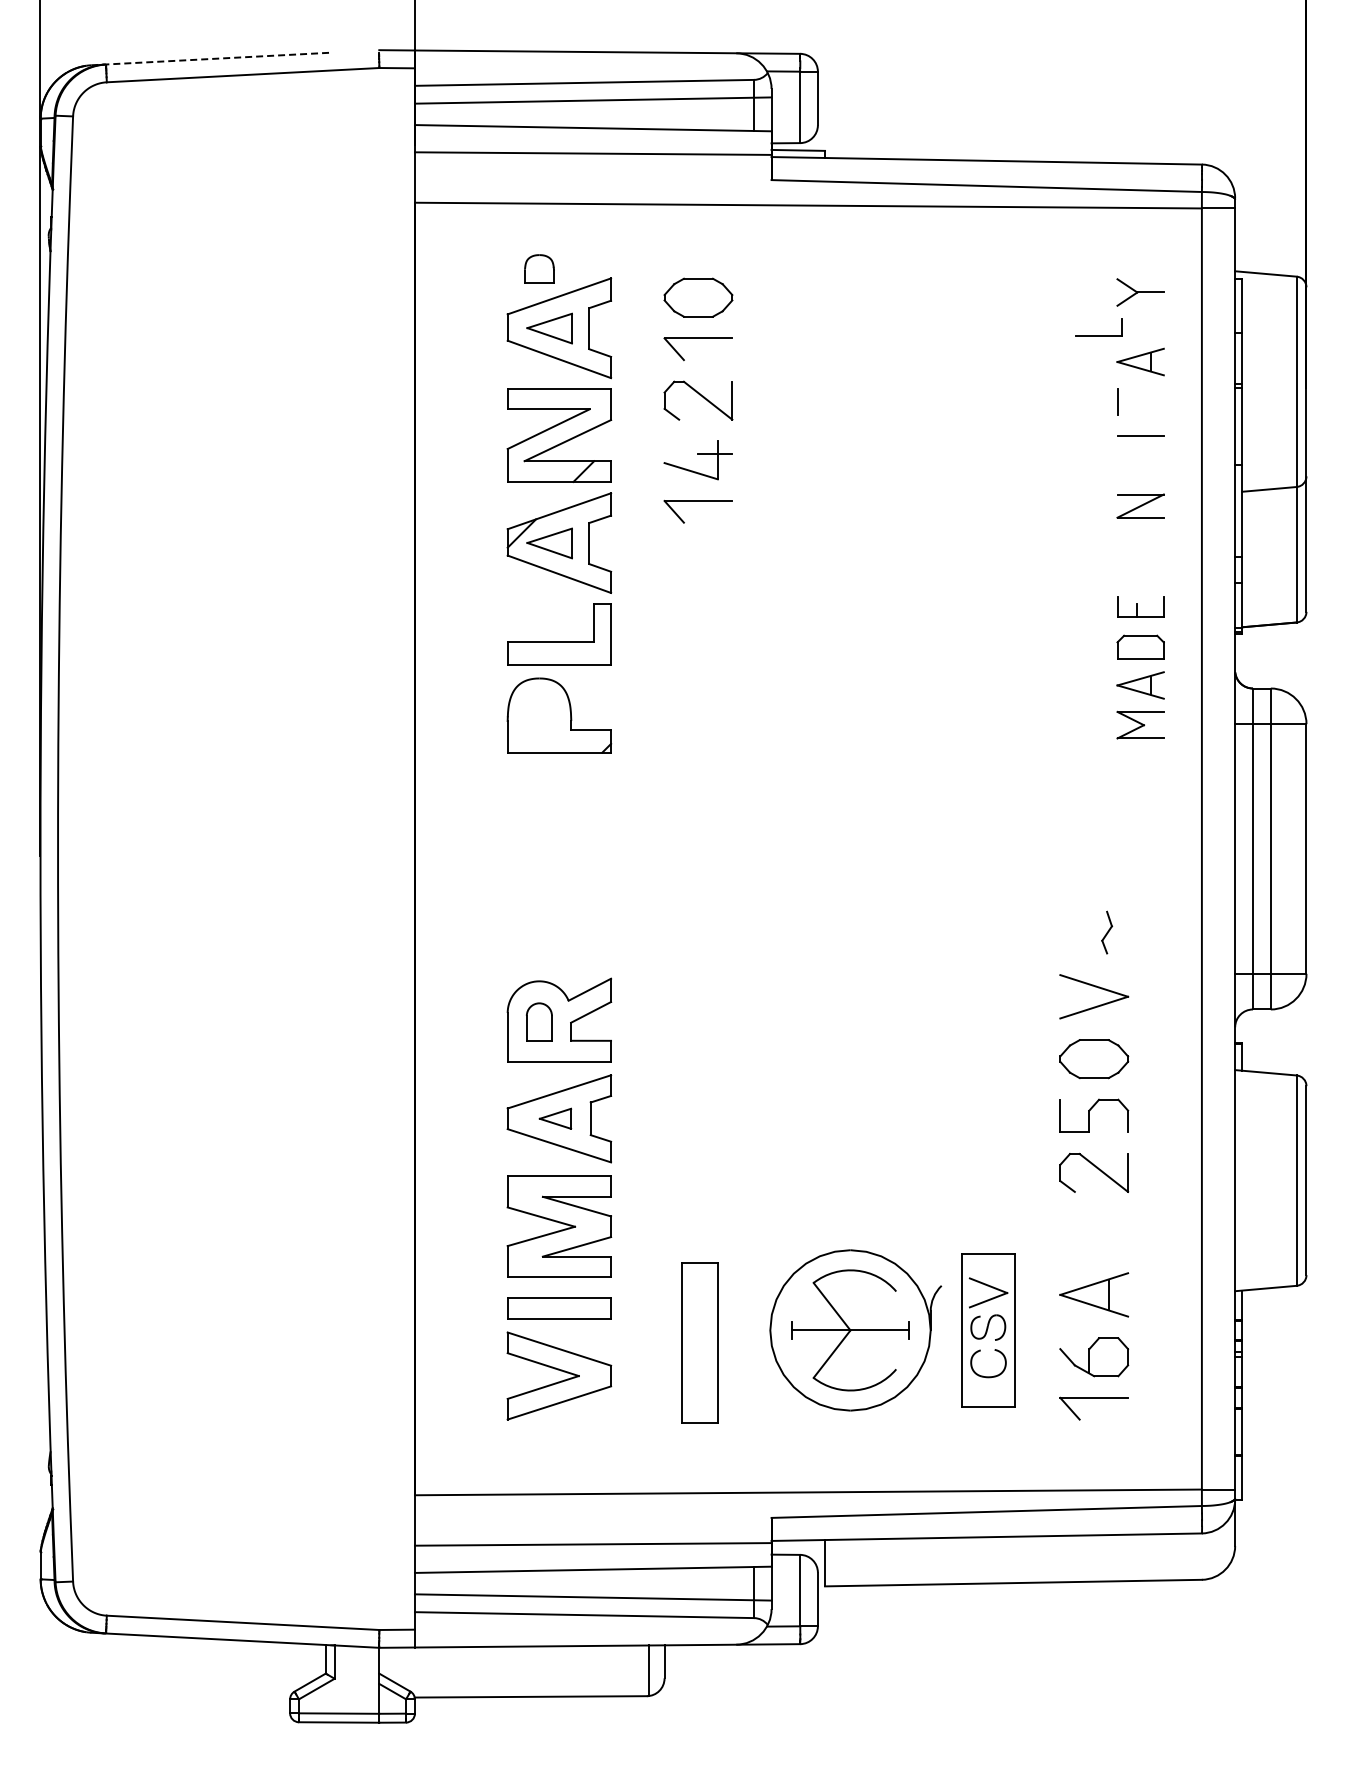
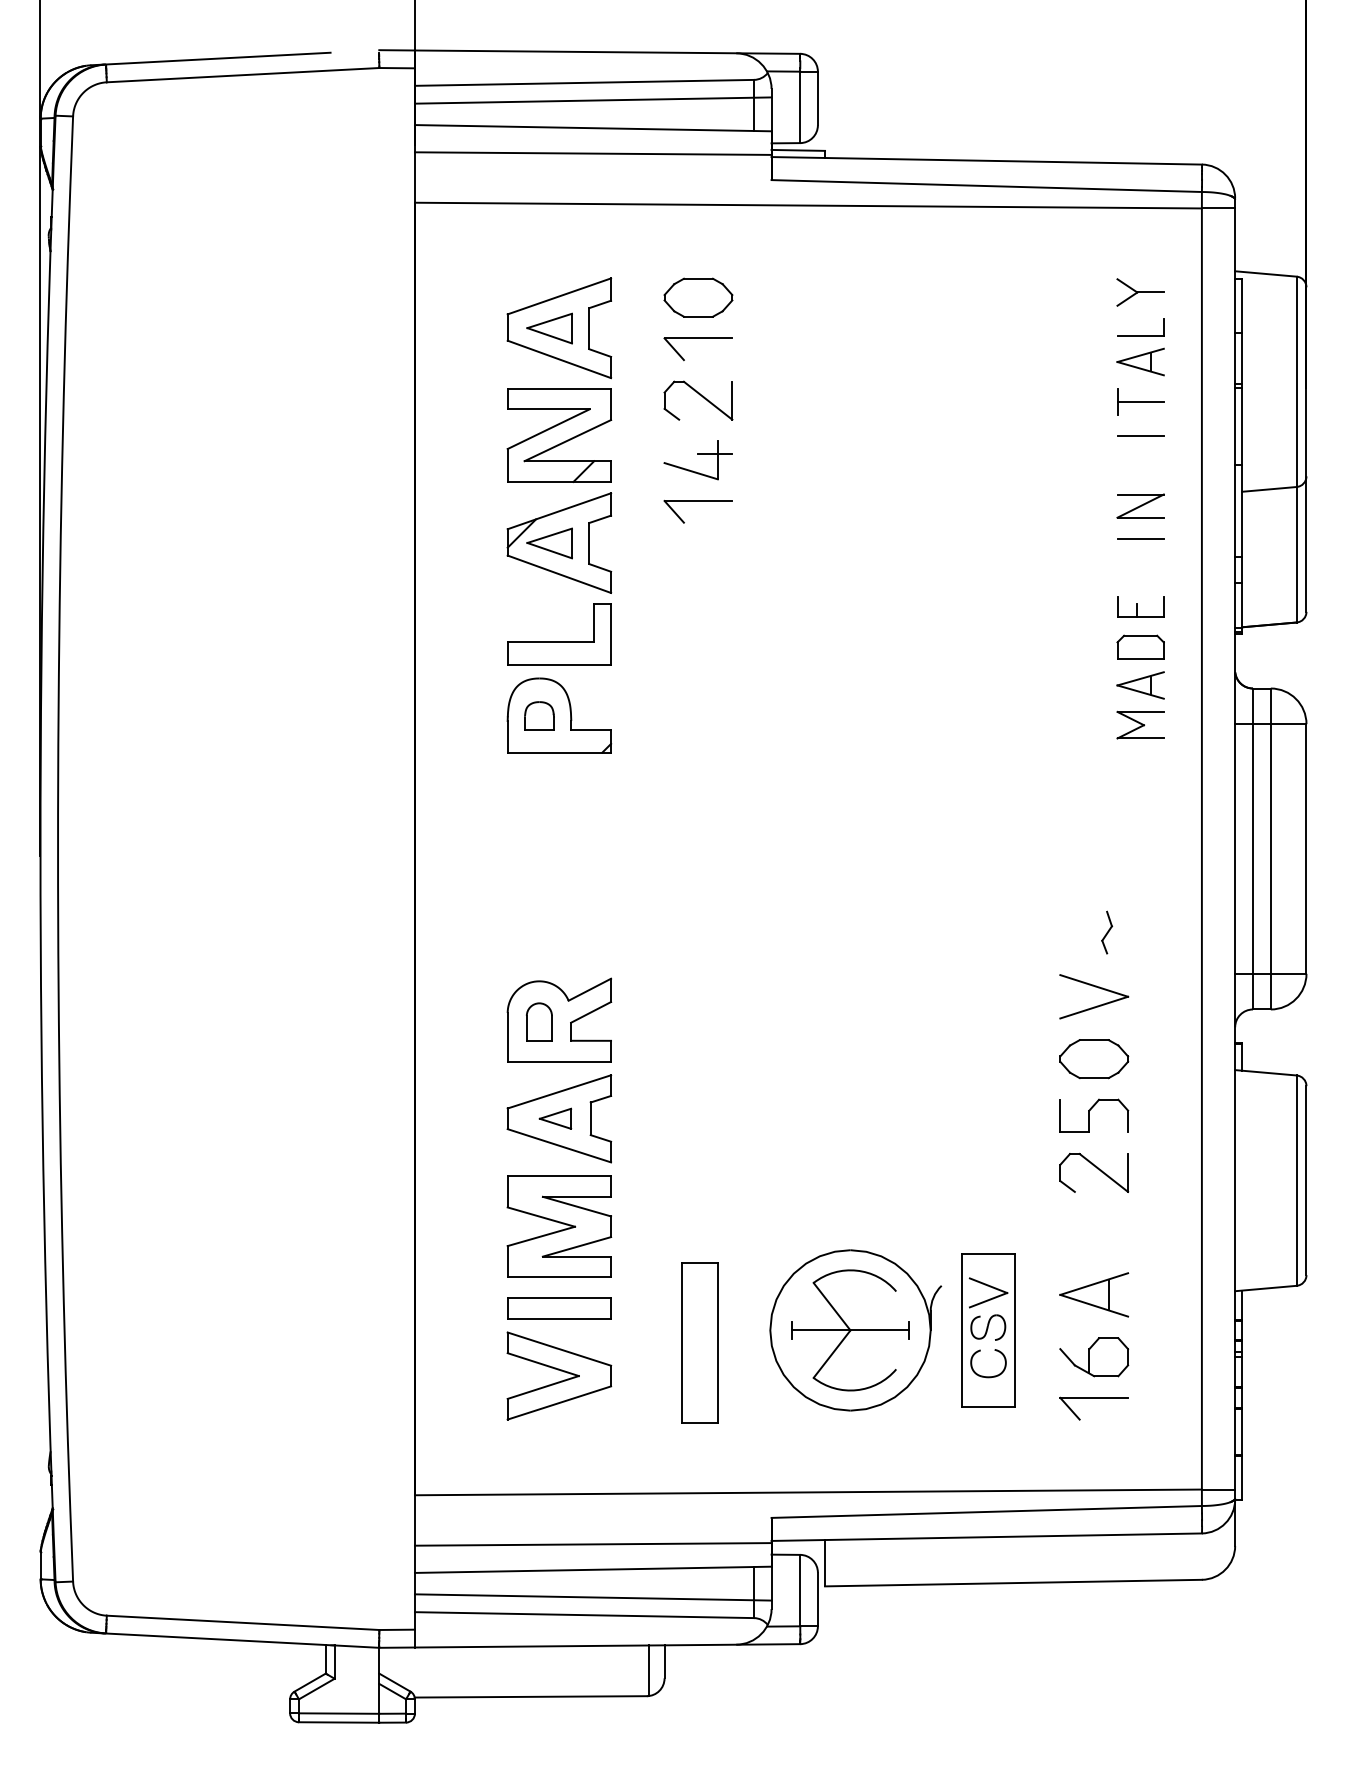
line at (210, 59): dashed -> solid
part at (539, 268) position: (539, 268) -> (539, 715)
part at (1098, 335) position: (1098, 335) -> (1140, 335)
line at (1140, 401): none -> present
line at (1140, 538): none -> present
